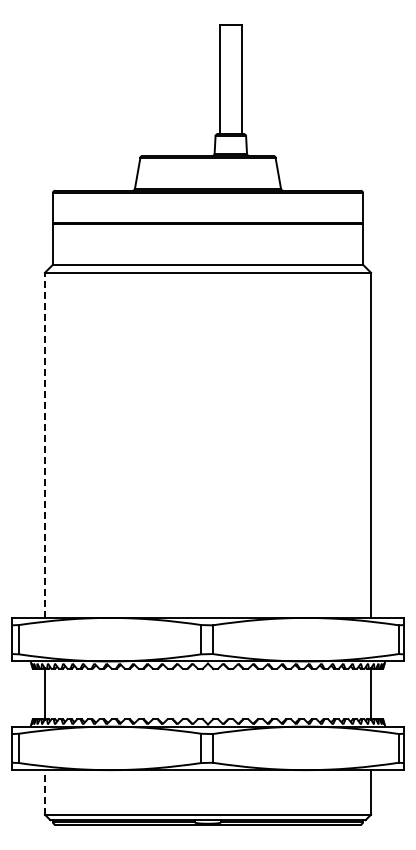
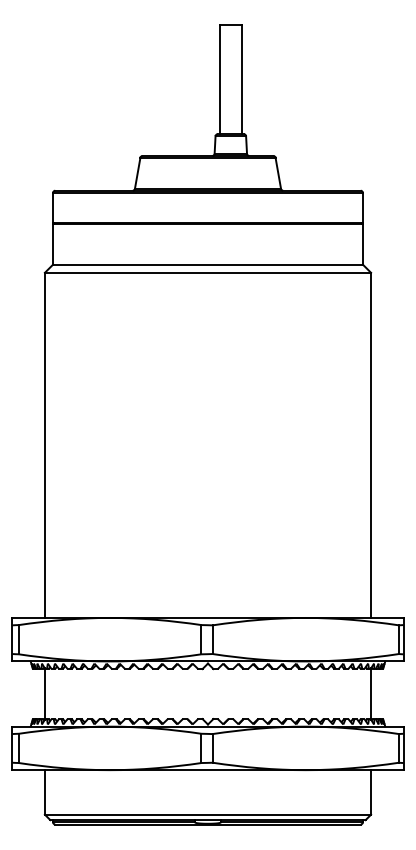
line at (44, 445): dashed -> solid
line at (44, 791): dashed -> solid
